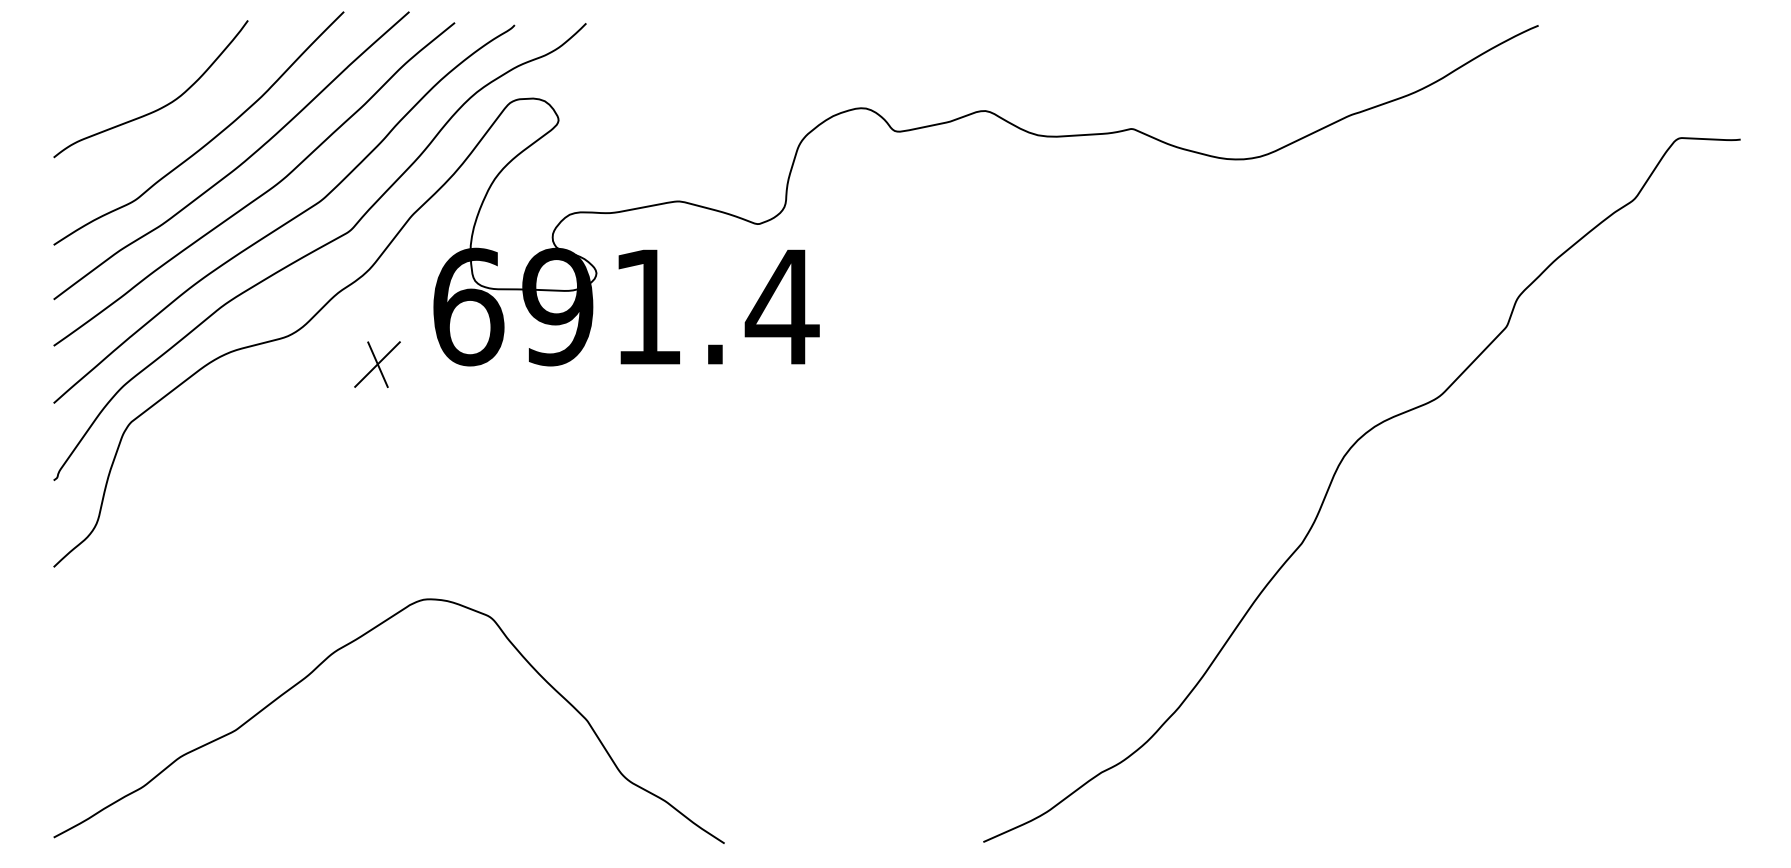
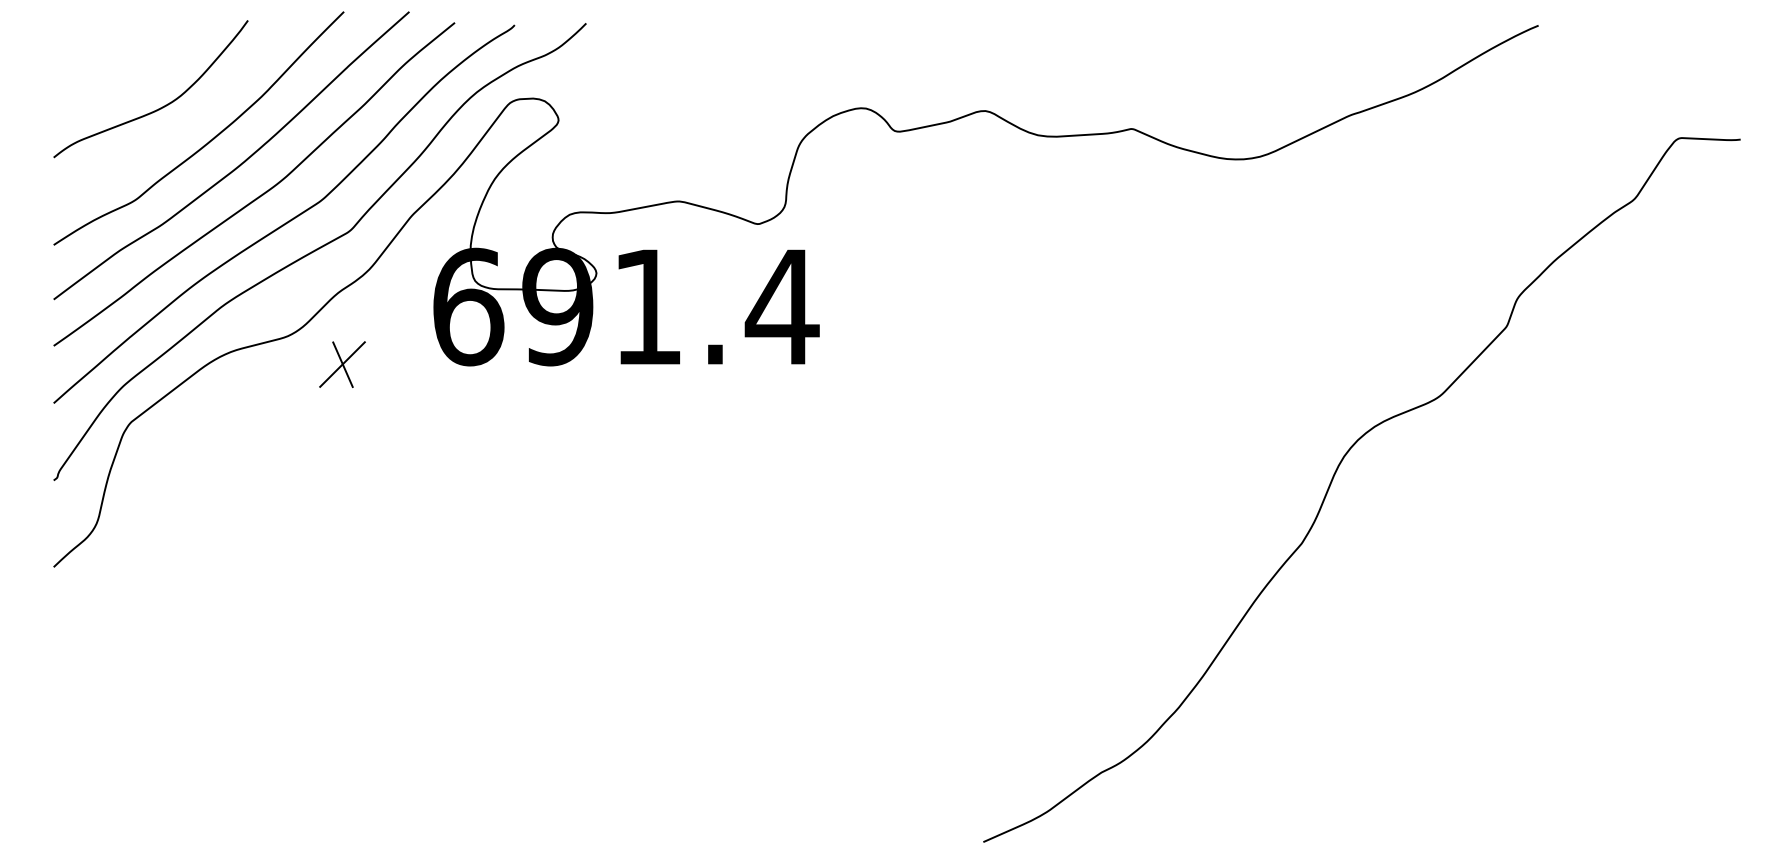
part at (377, 364) position: (377, 364) -> (342, 364)
curve at (348, 645): present -> none
